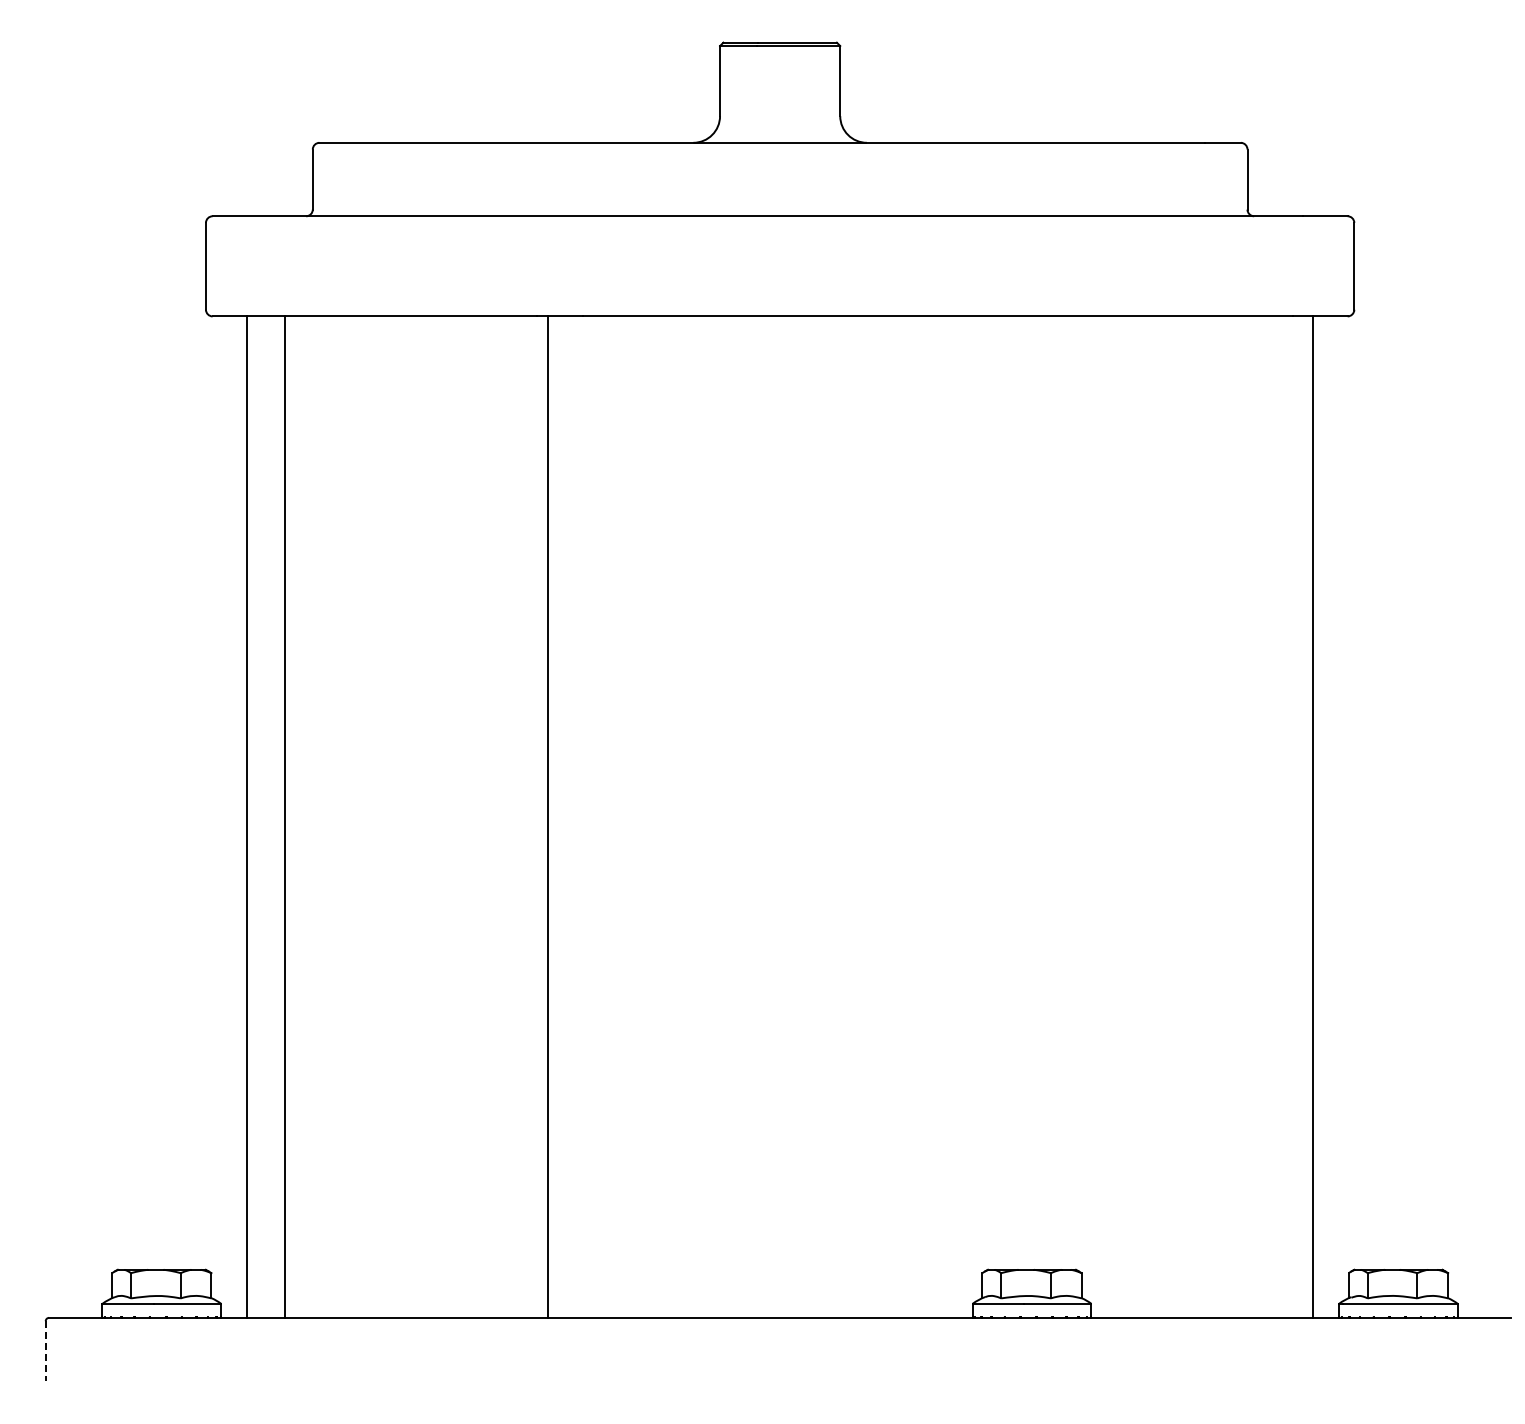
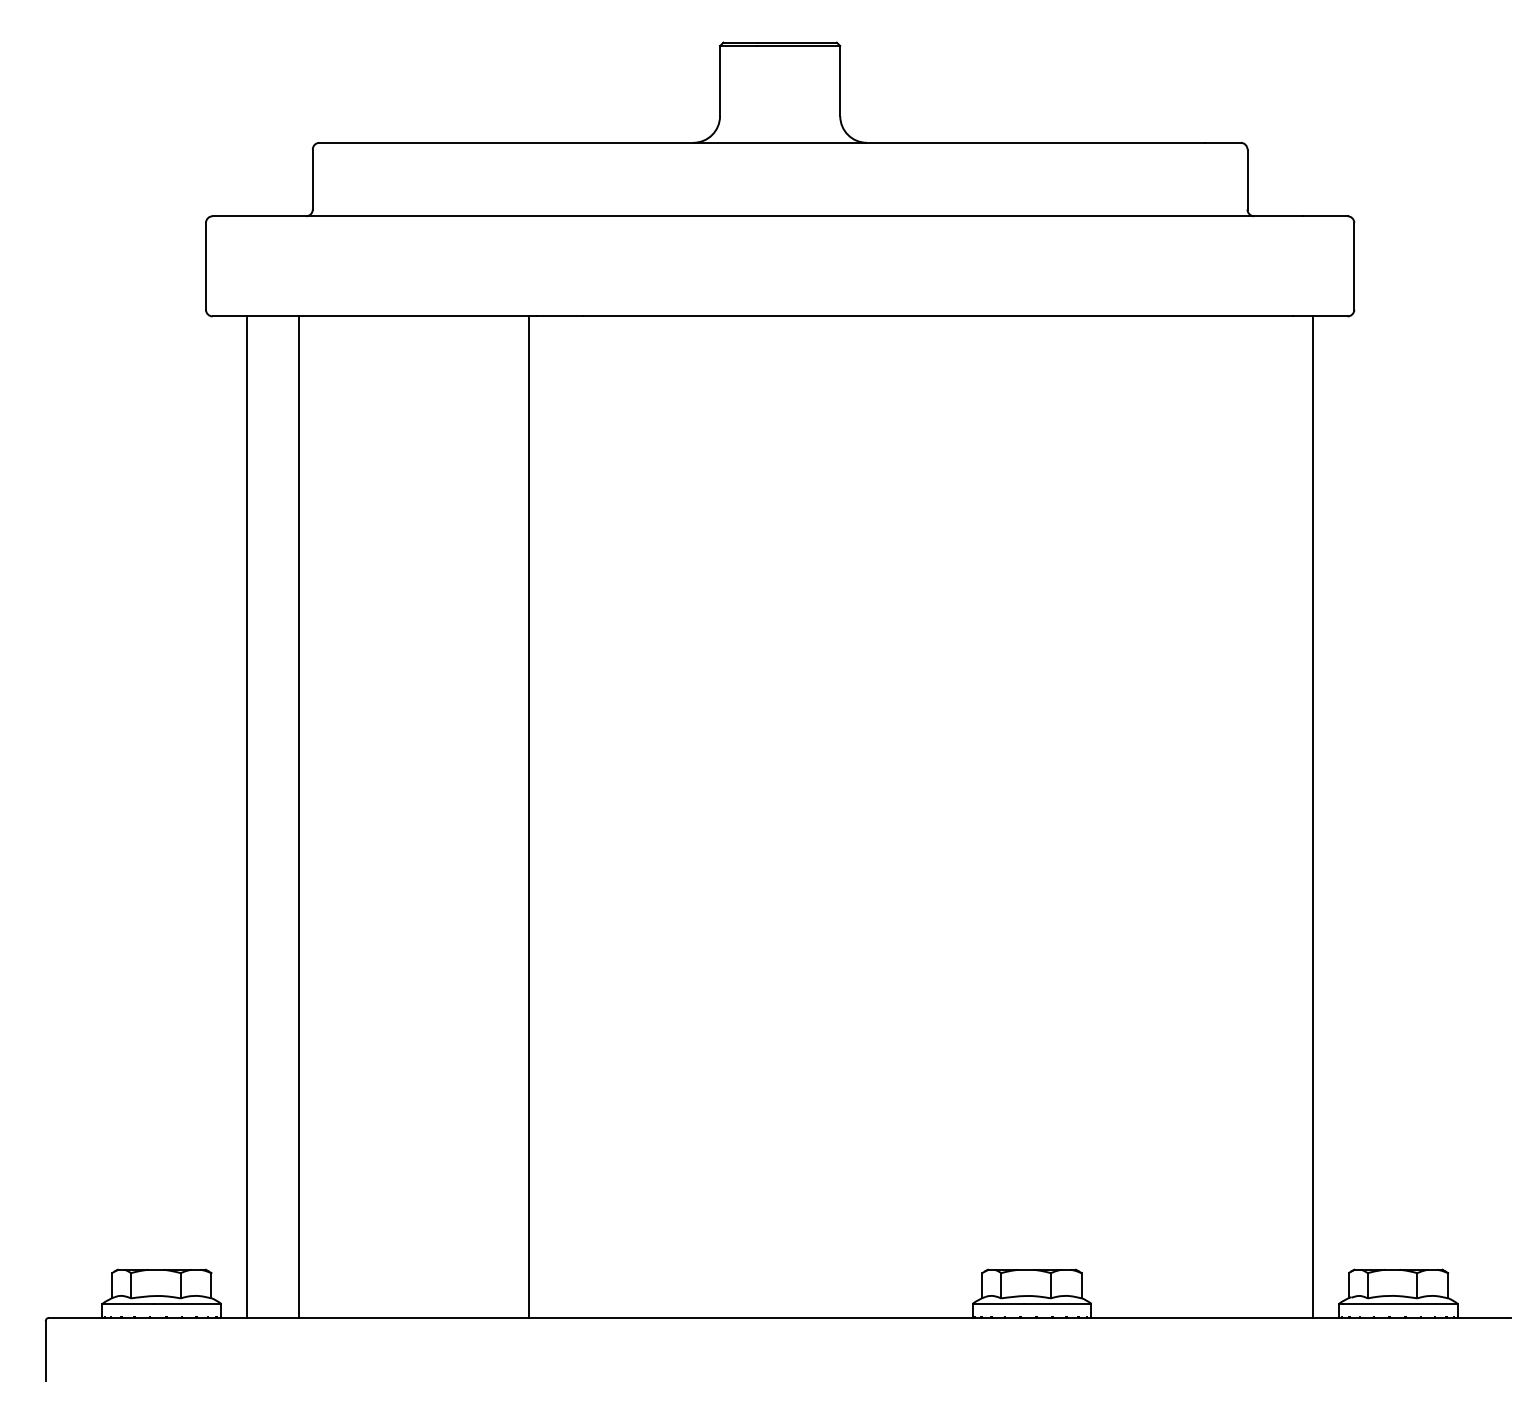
line at (285, 816) position: (285, 816) -> (299, 816)
line at (547, 816) position: (547, 816) -> (528, 816)
line at (45, 1351): dashed -> solid
